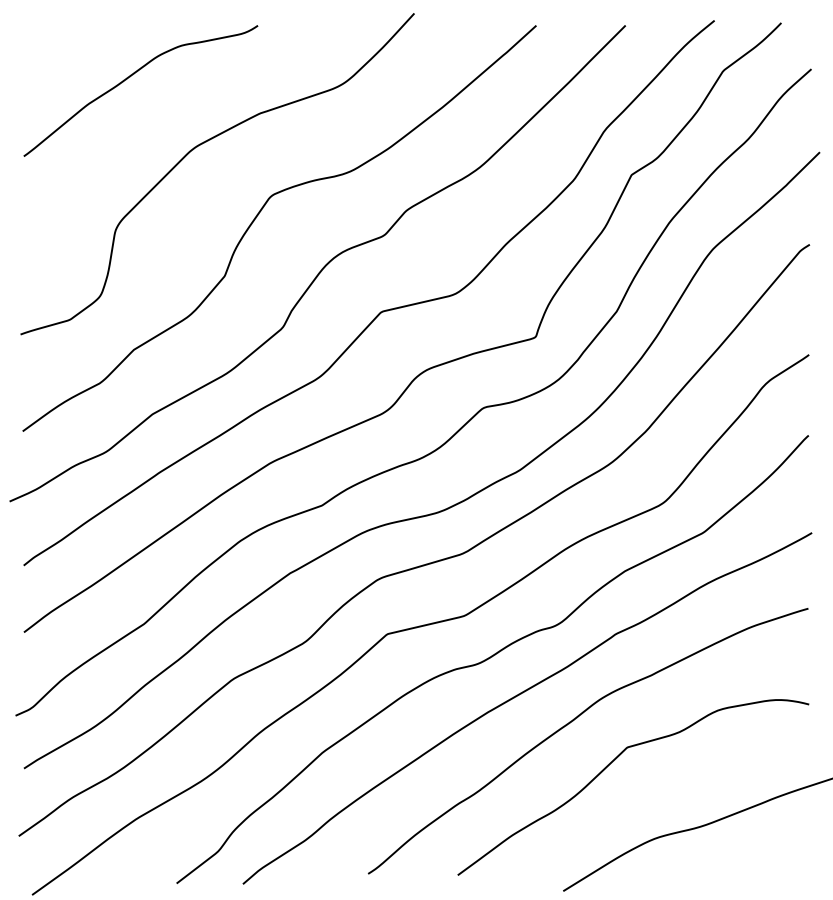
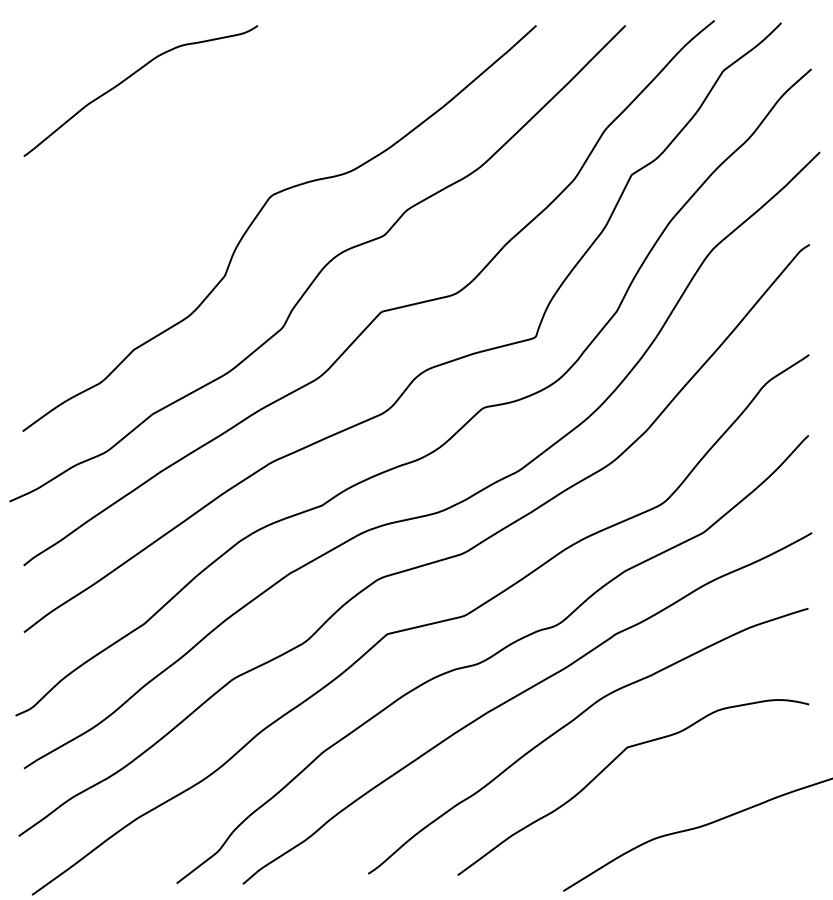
curve at (202, 144): present -> none
